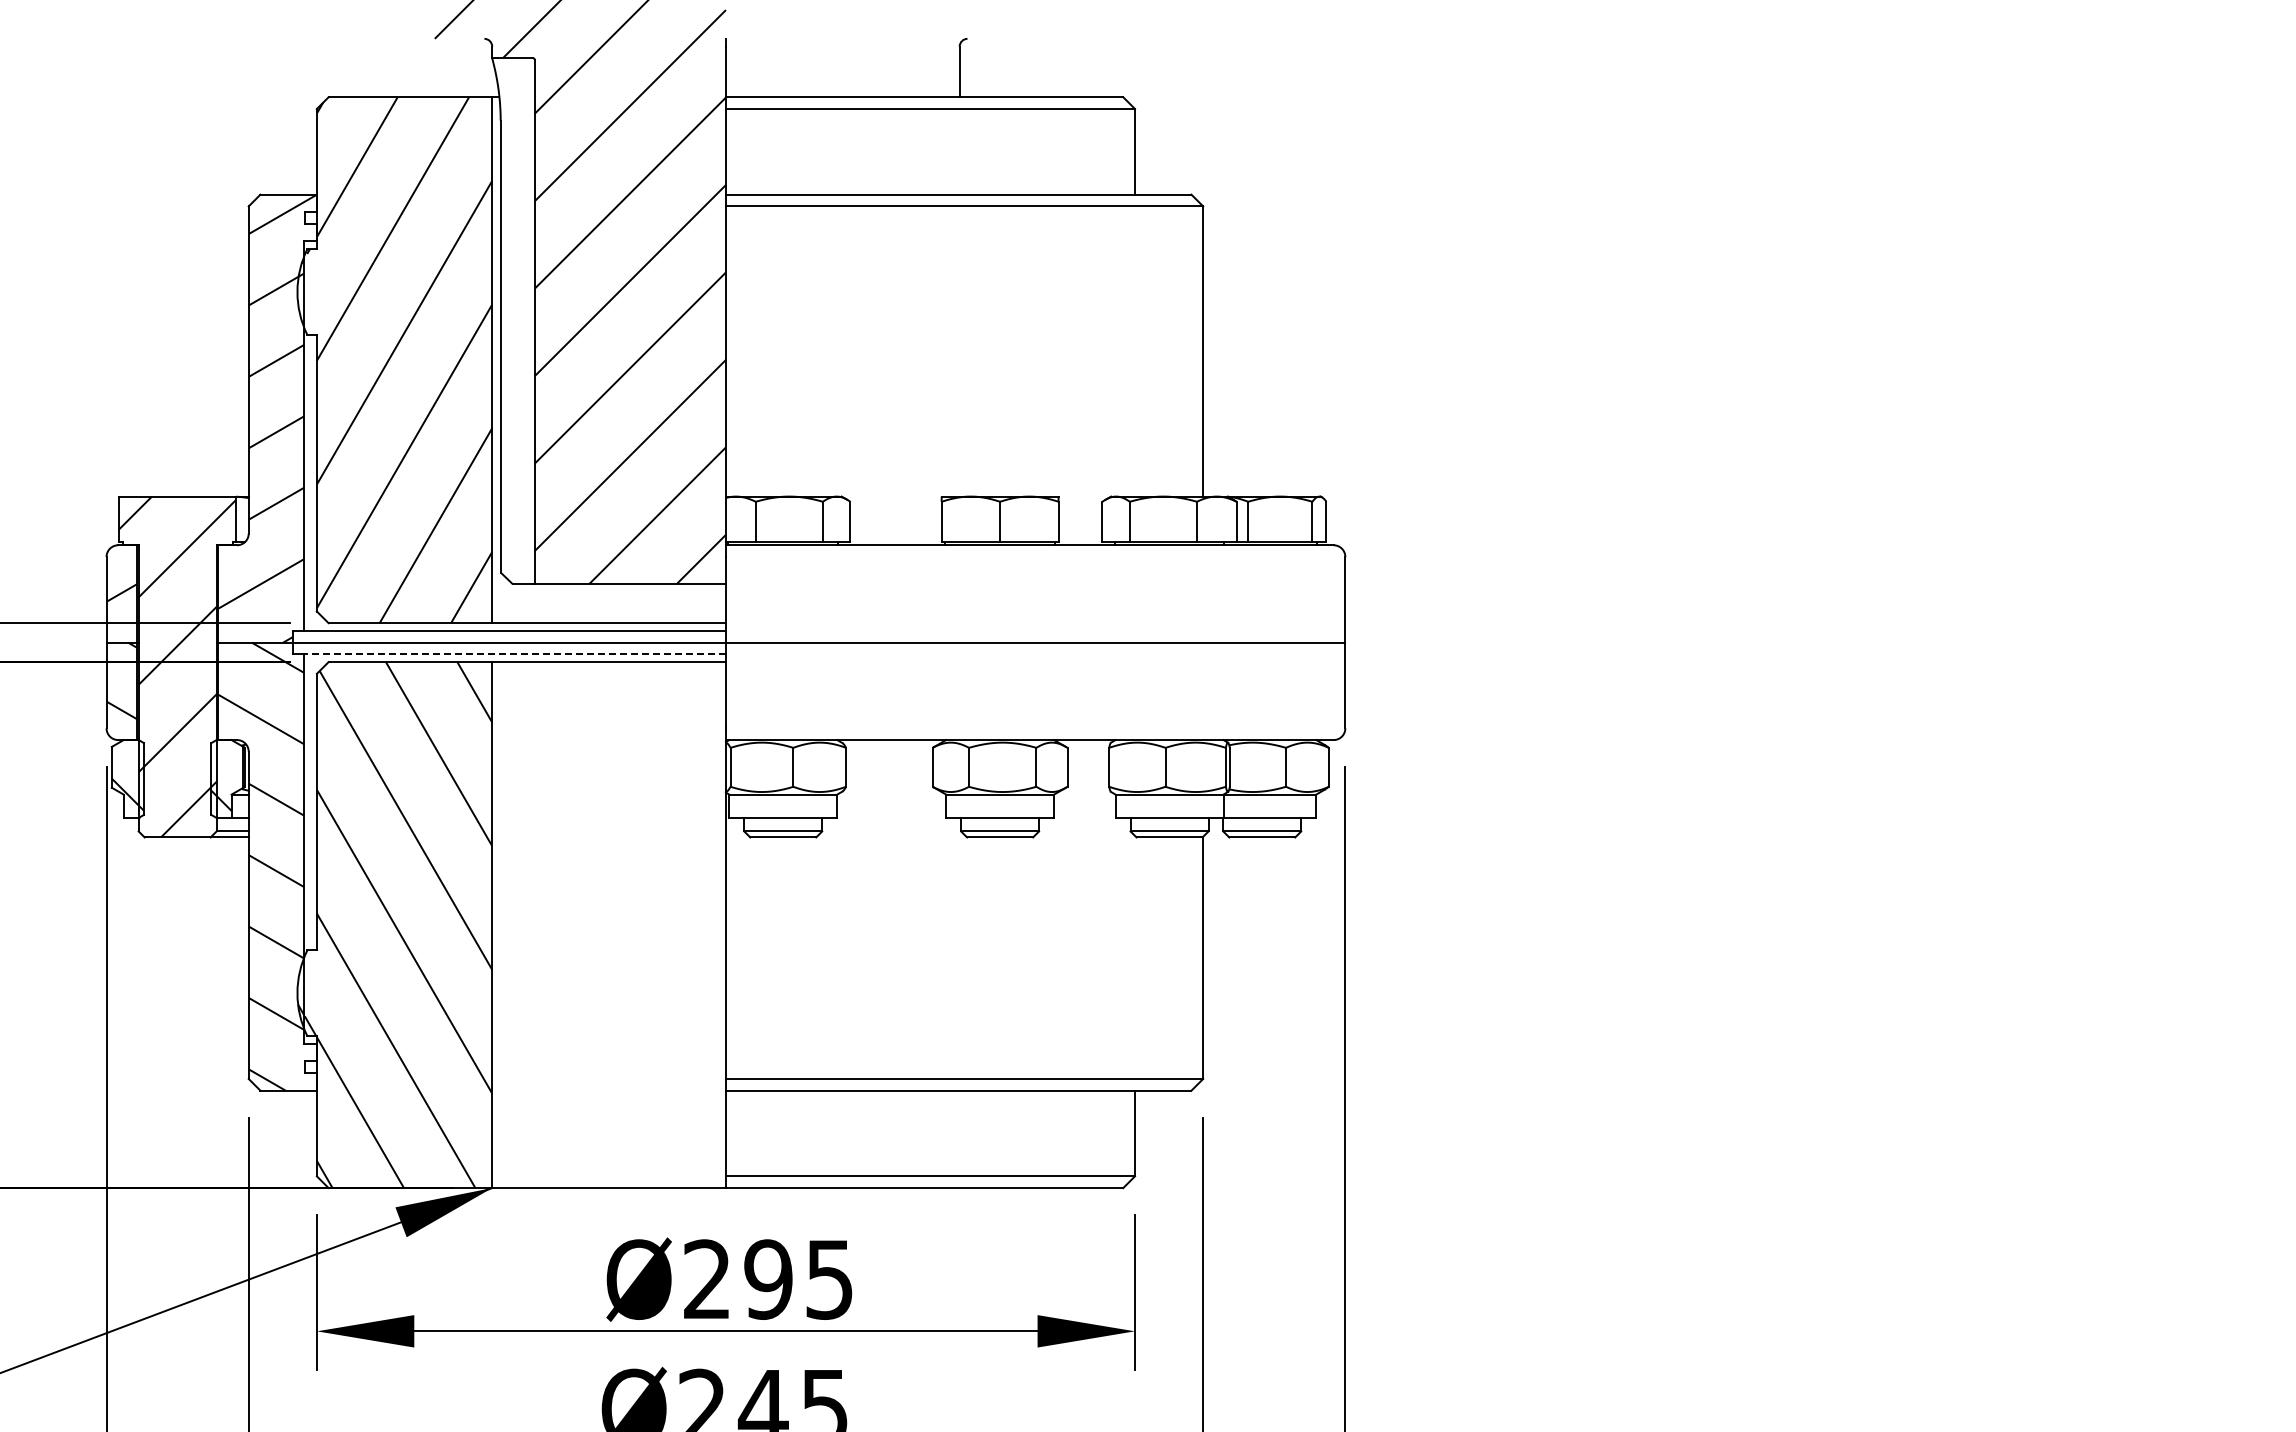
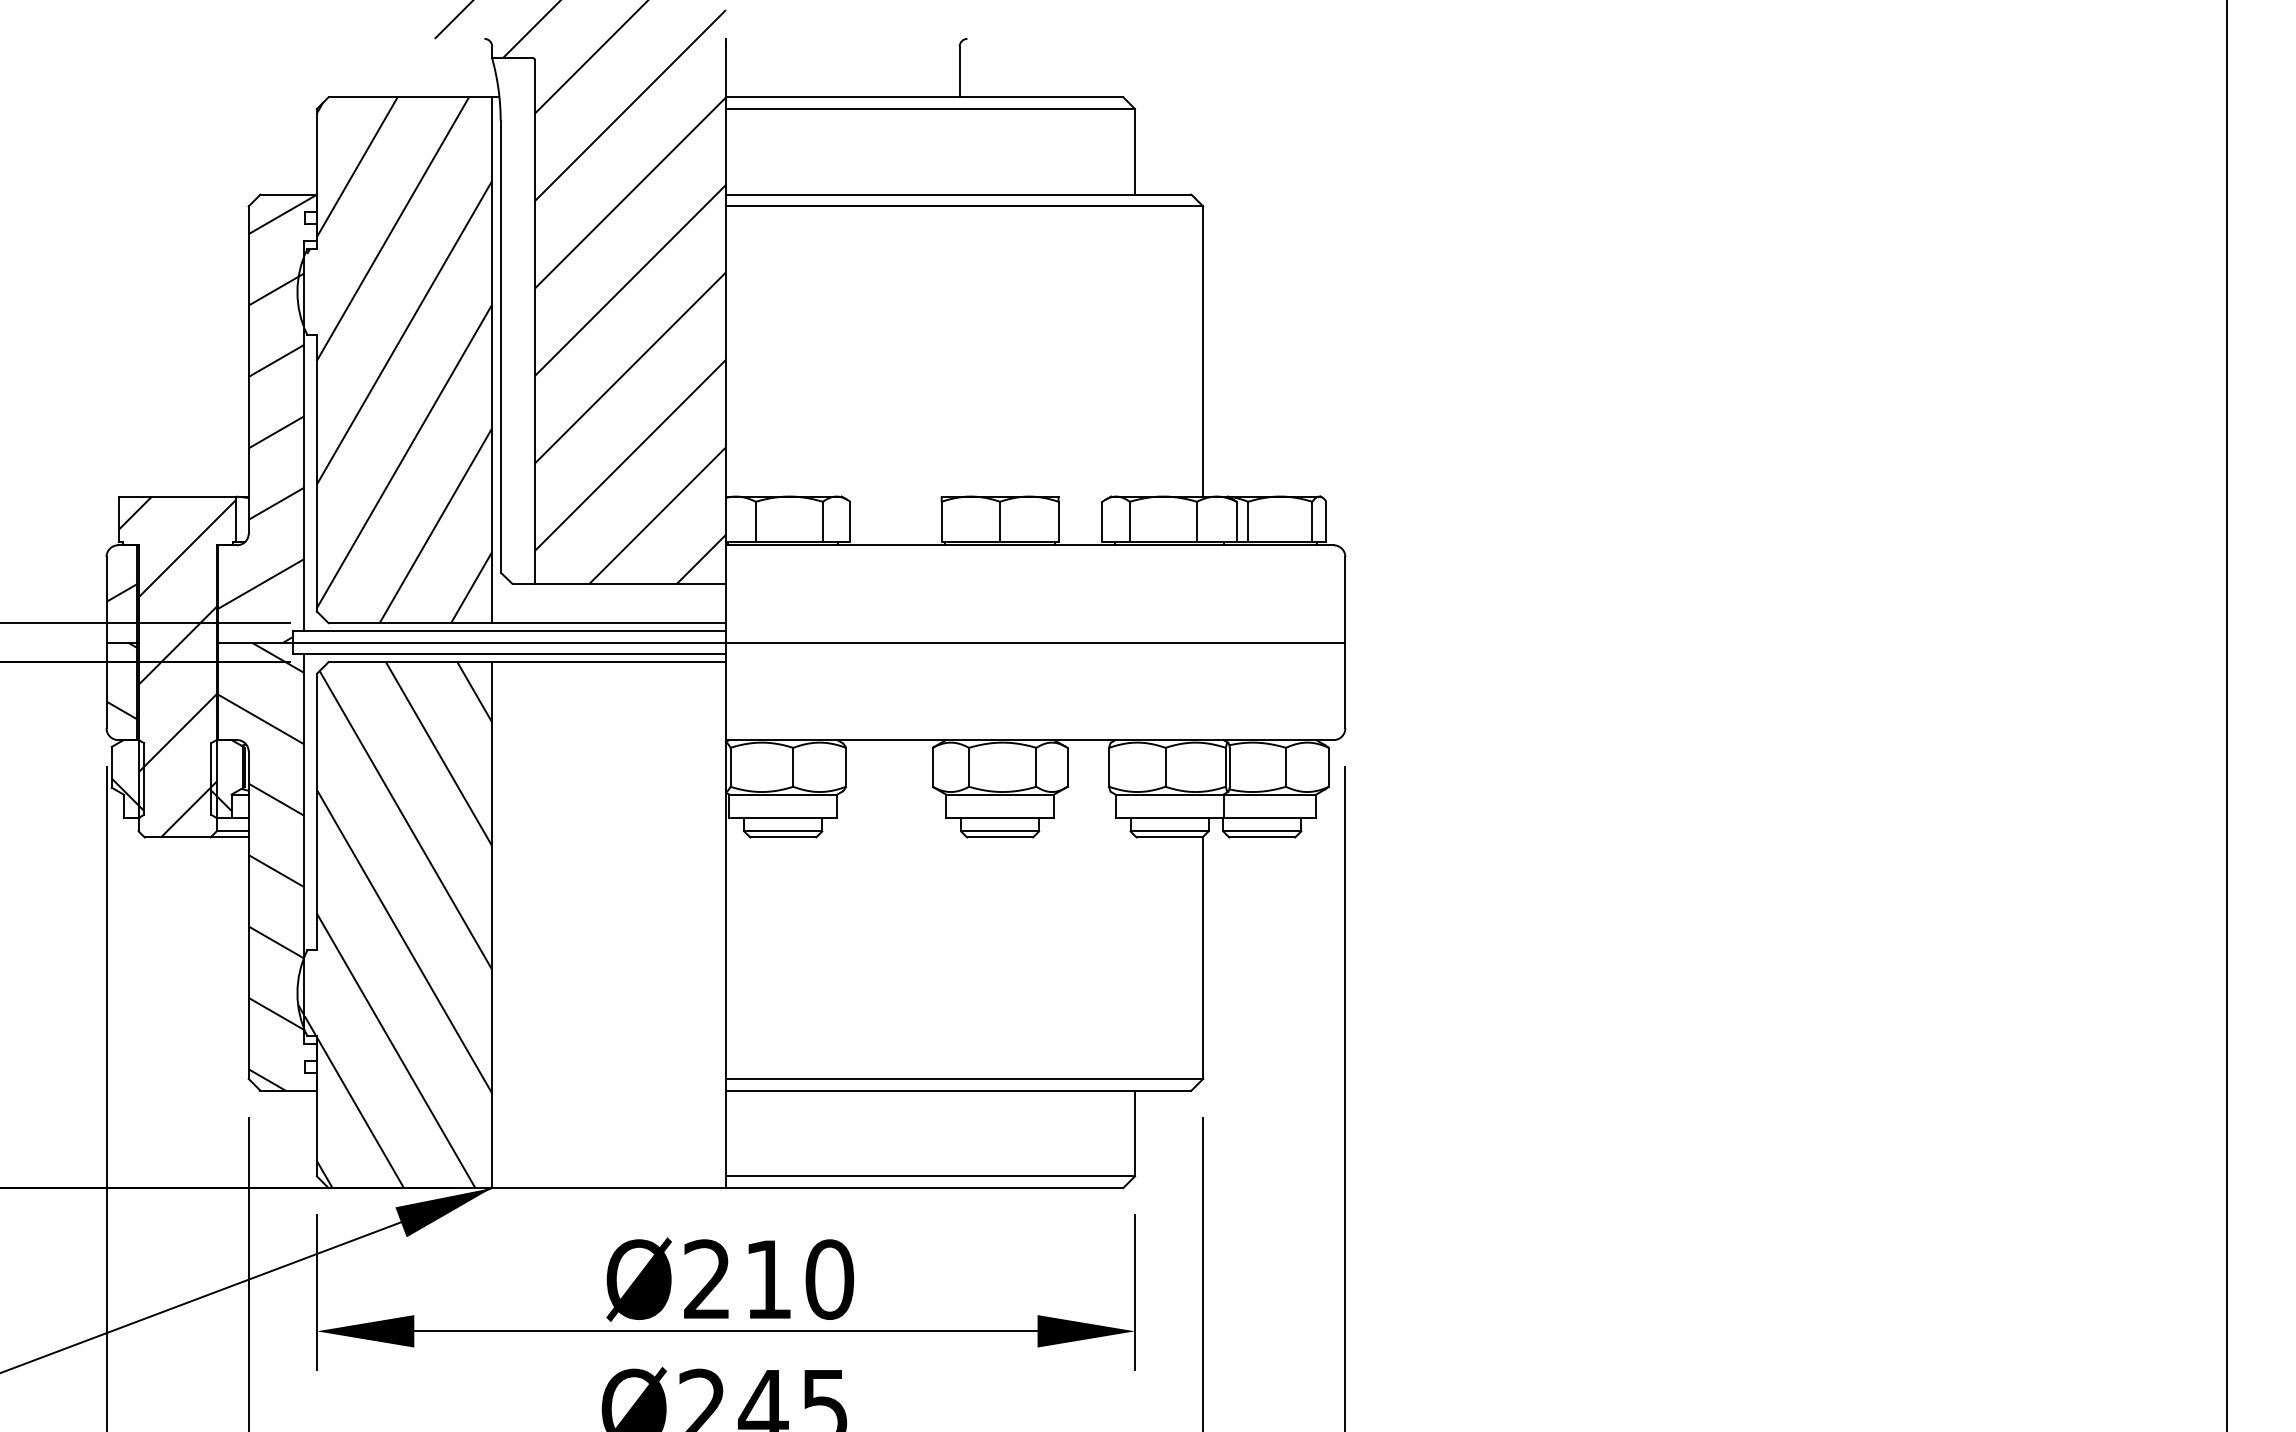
line at (515, 654): dashed -> solid
line at (2227, 715): none -> present
text at (799, 1279): Ø295 -> Ø210
